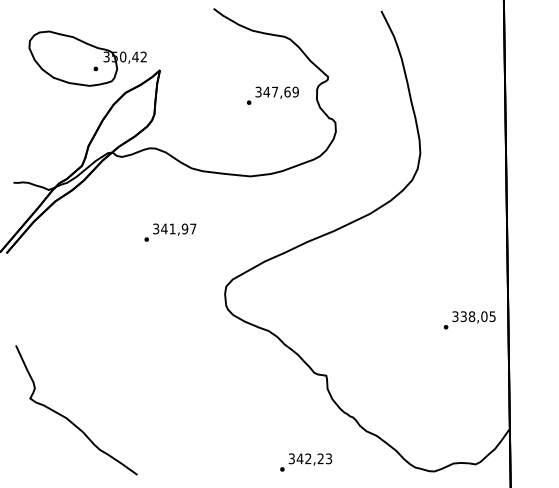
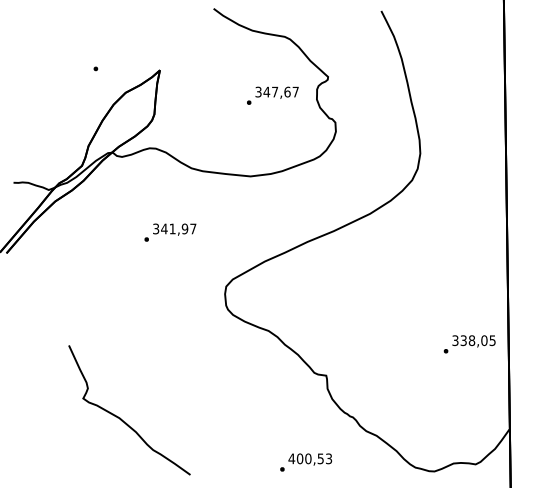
part at (87, 58): present -> none
text at (295, 91): 347,69 -> 347,67
text at (469, 320) position: (469, 320) -> (469, 344)
curve at (68, 418) position: (68, 418) -> (121, 418)
text at (305, 458): 342,23 -> 400,53
